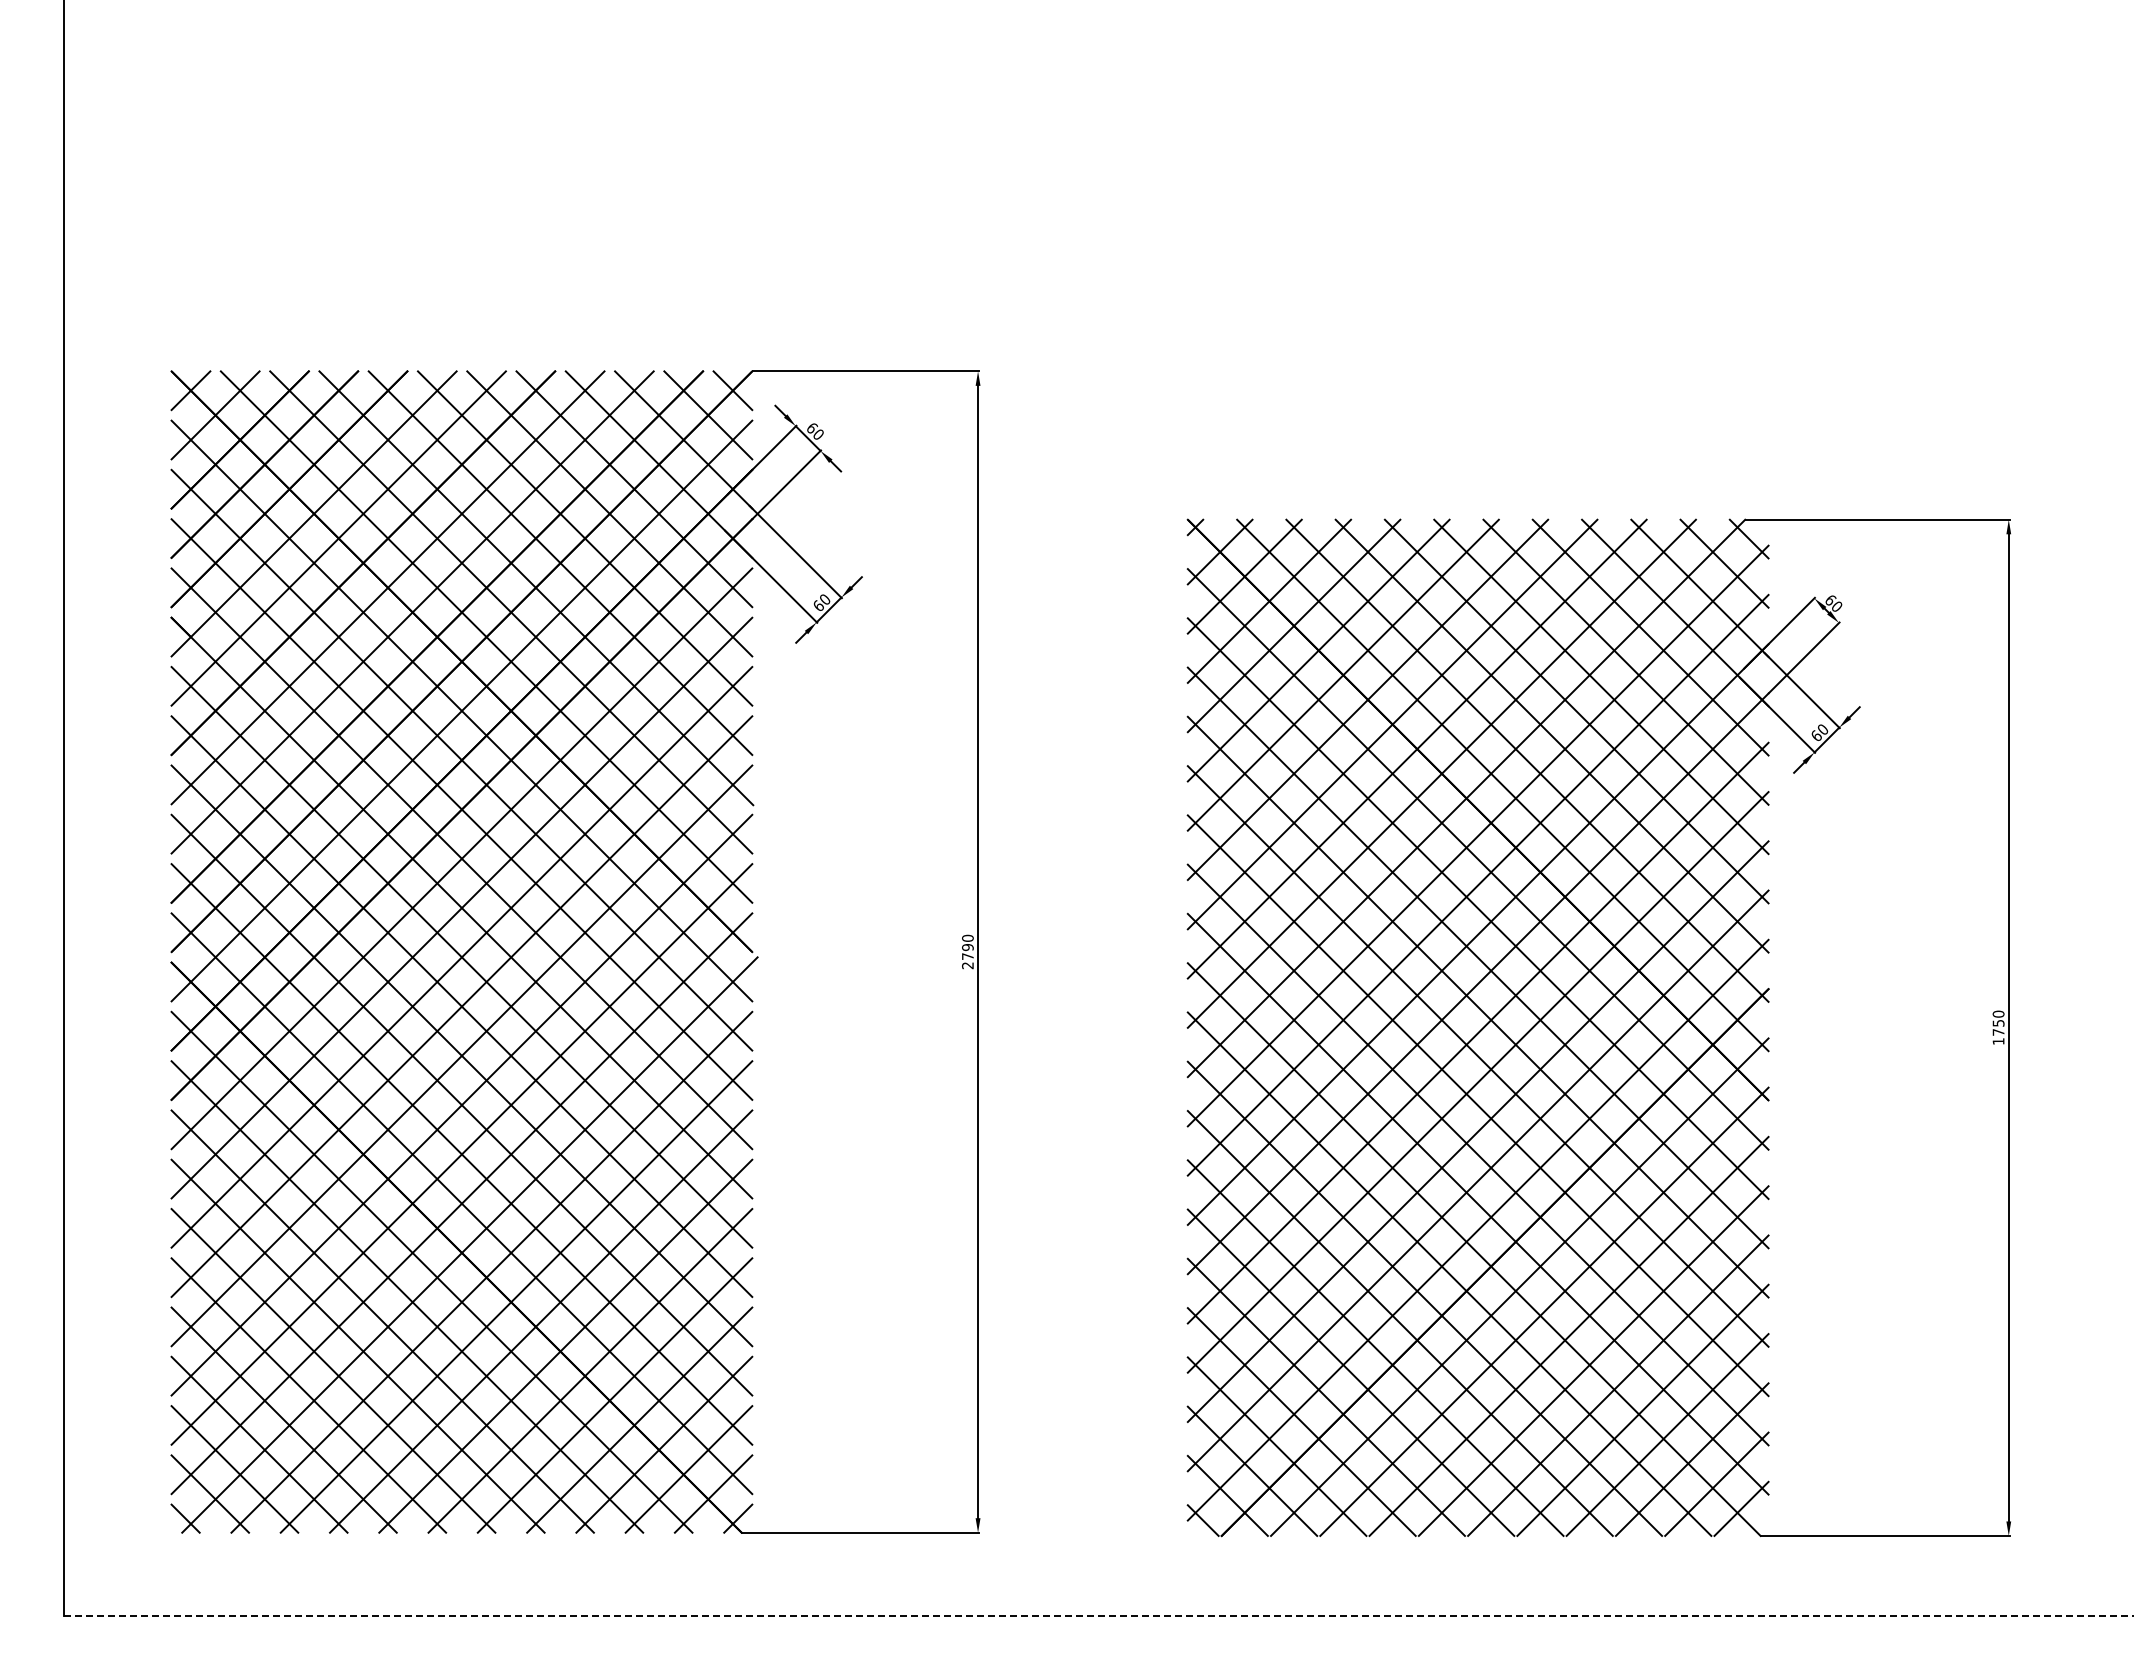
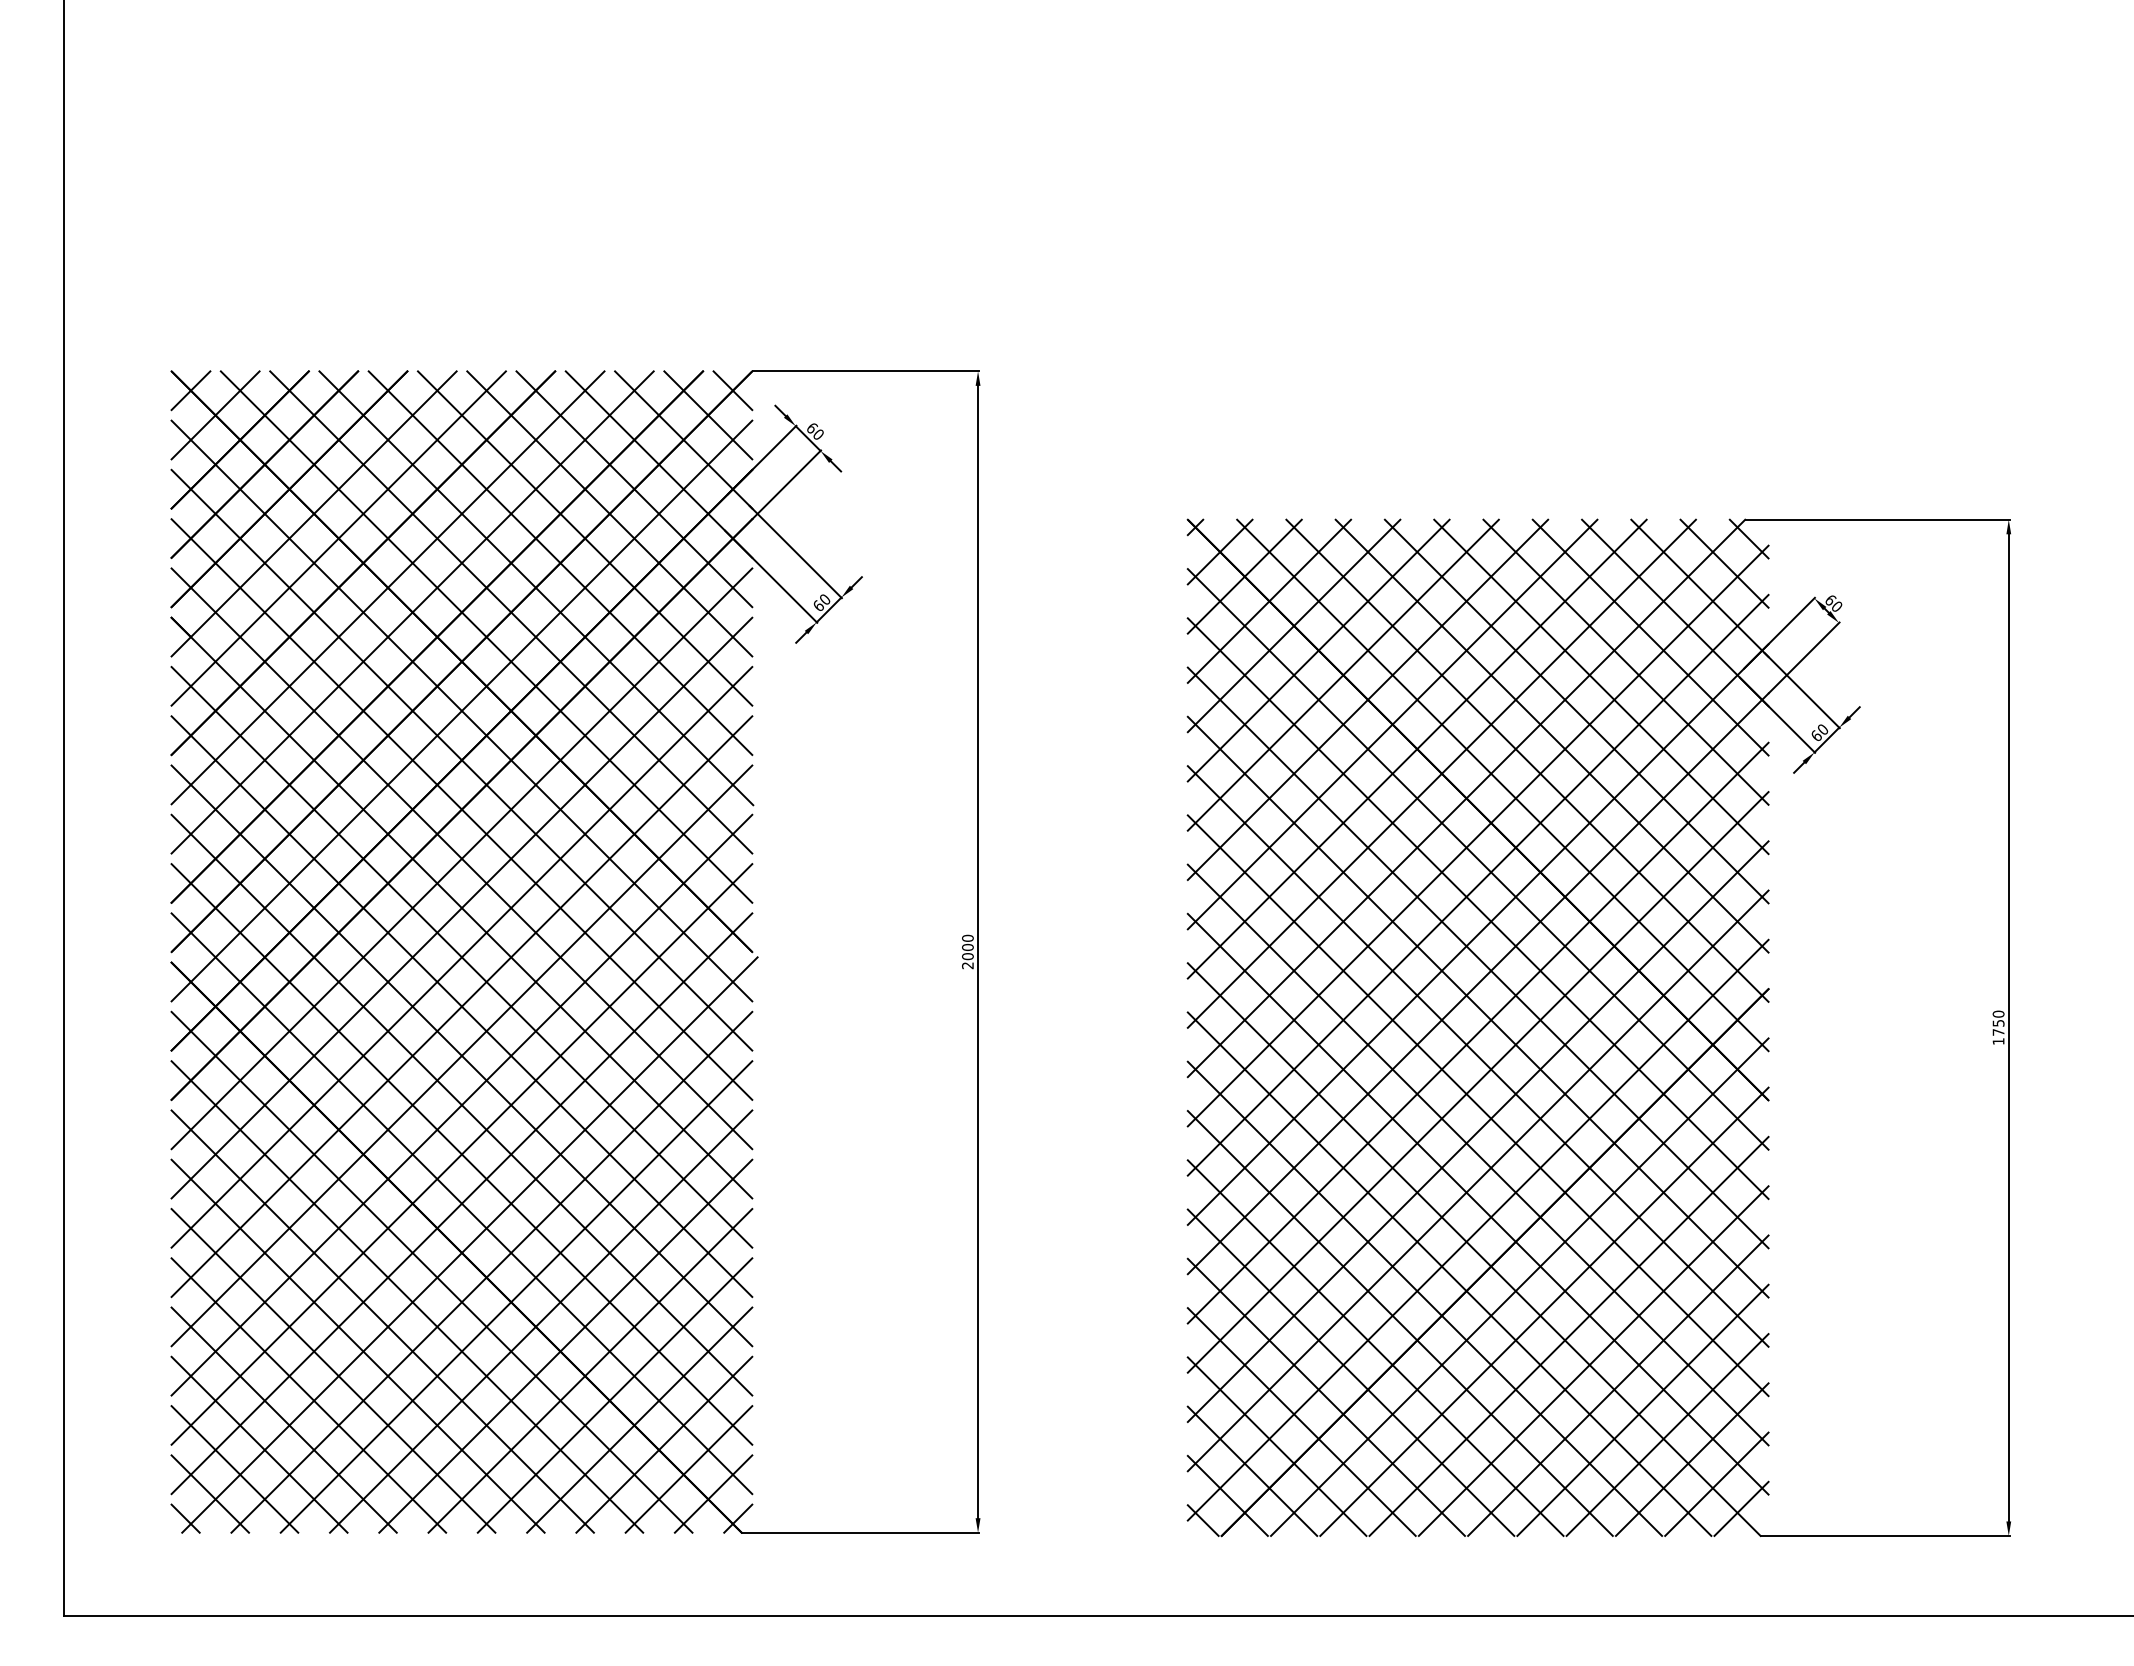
text at (967, 952): 2790 -> 2000
line at (1098, 1615): dashed -> solid
